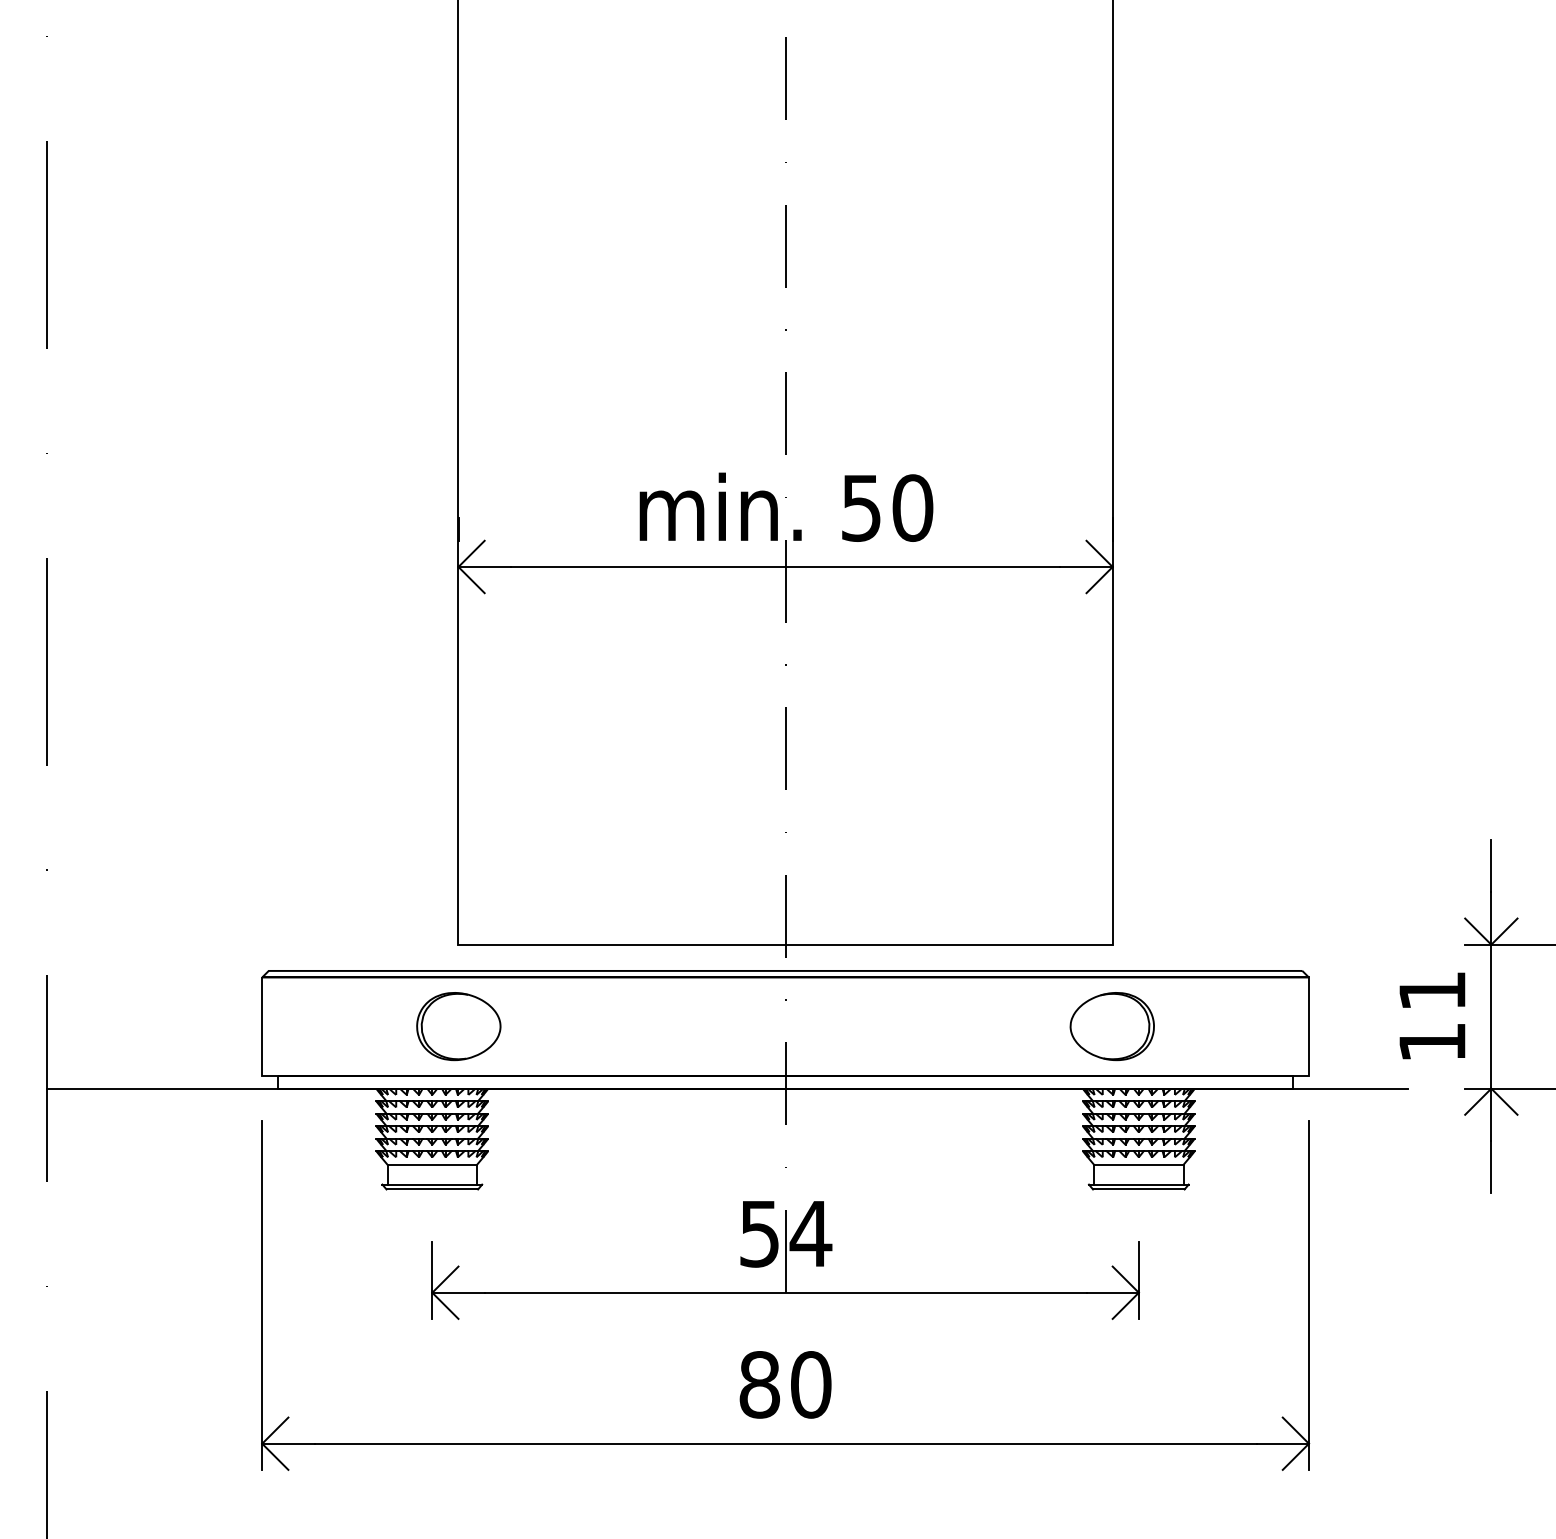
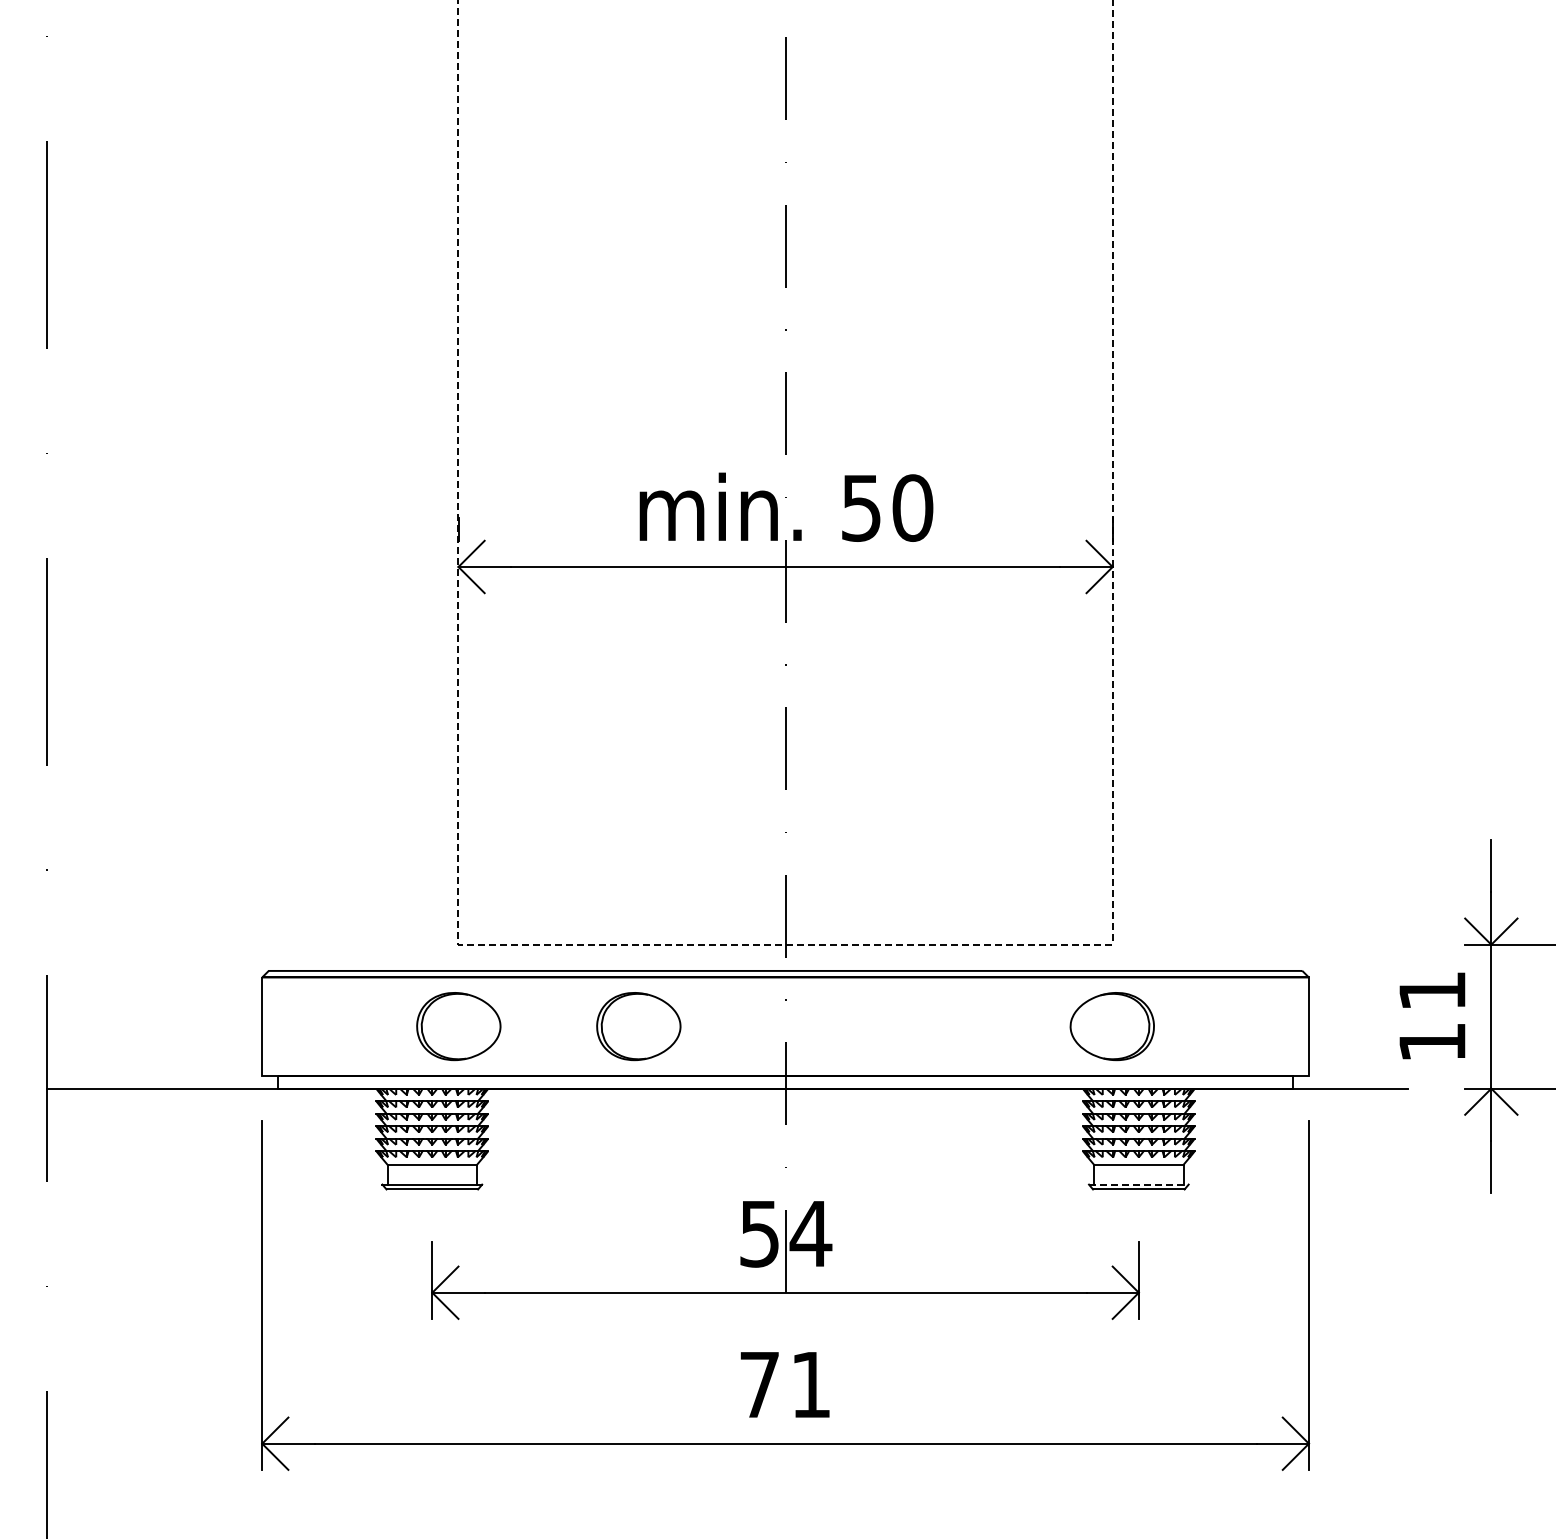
line at (786, 944): solid -> dashed
part at (638, 1026): none -> present
line at (1138, 1184): solid -> dashed
text at (785, 1384): 80 -> 71
